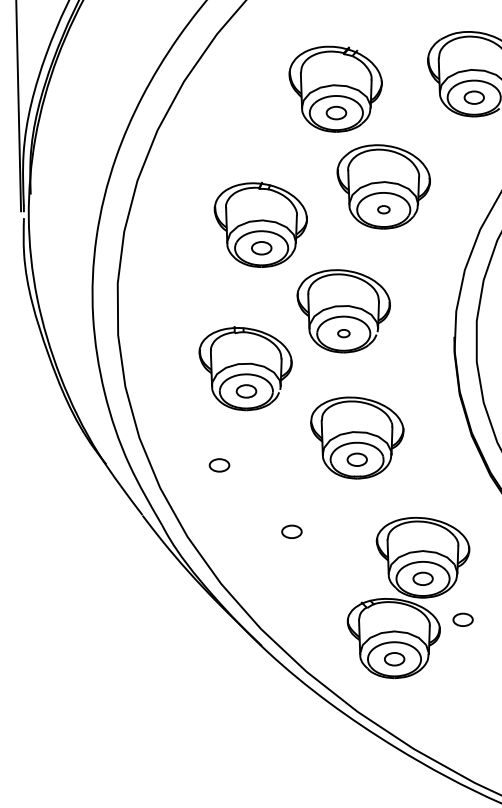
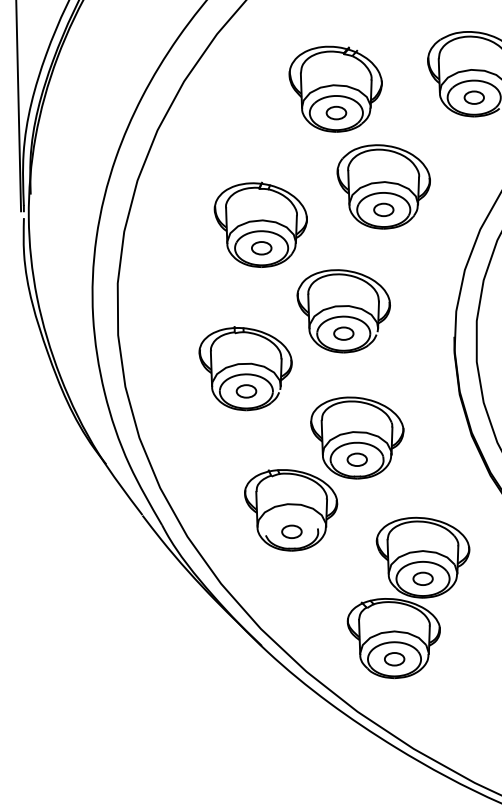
part at (383, 209) size: 14x10 px -> 22x15 px
part at (343, 333) size: 14x10 px -> 22x15 px
part at (219, 465): present -> none
part at (291, 510): none -> present
part at (462, 619): present -> none
